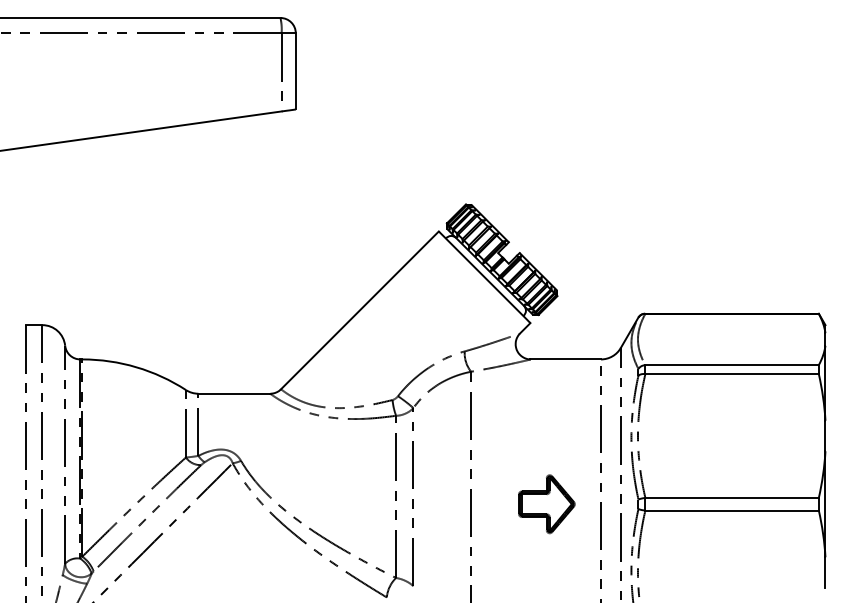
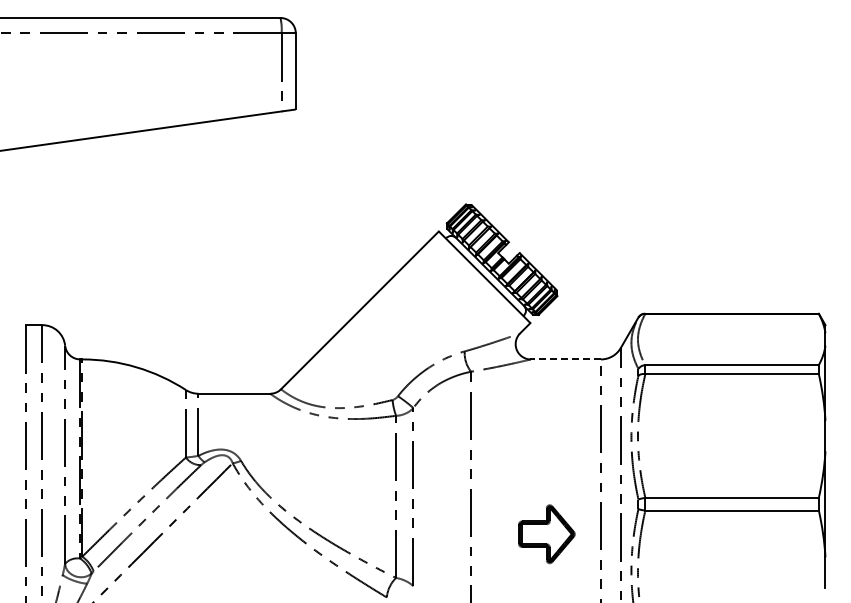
line at (565, 359): solid -> dashed
part at (546, 504) position: (546, 504) -> (546, 534)
